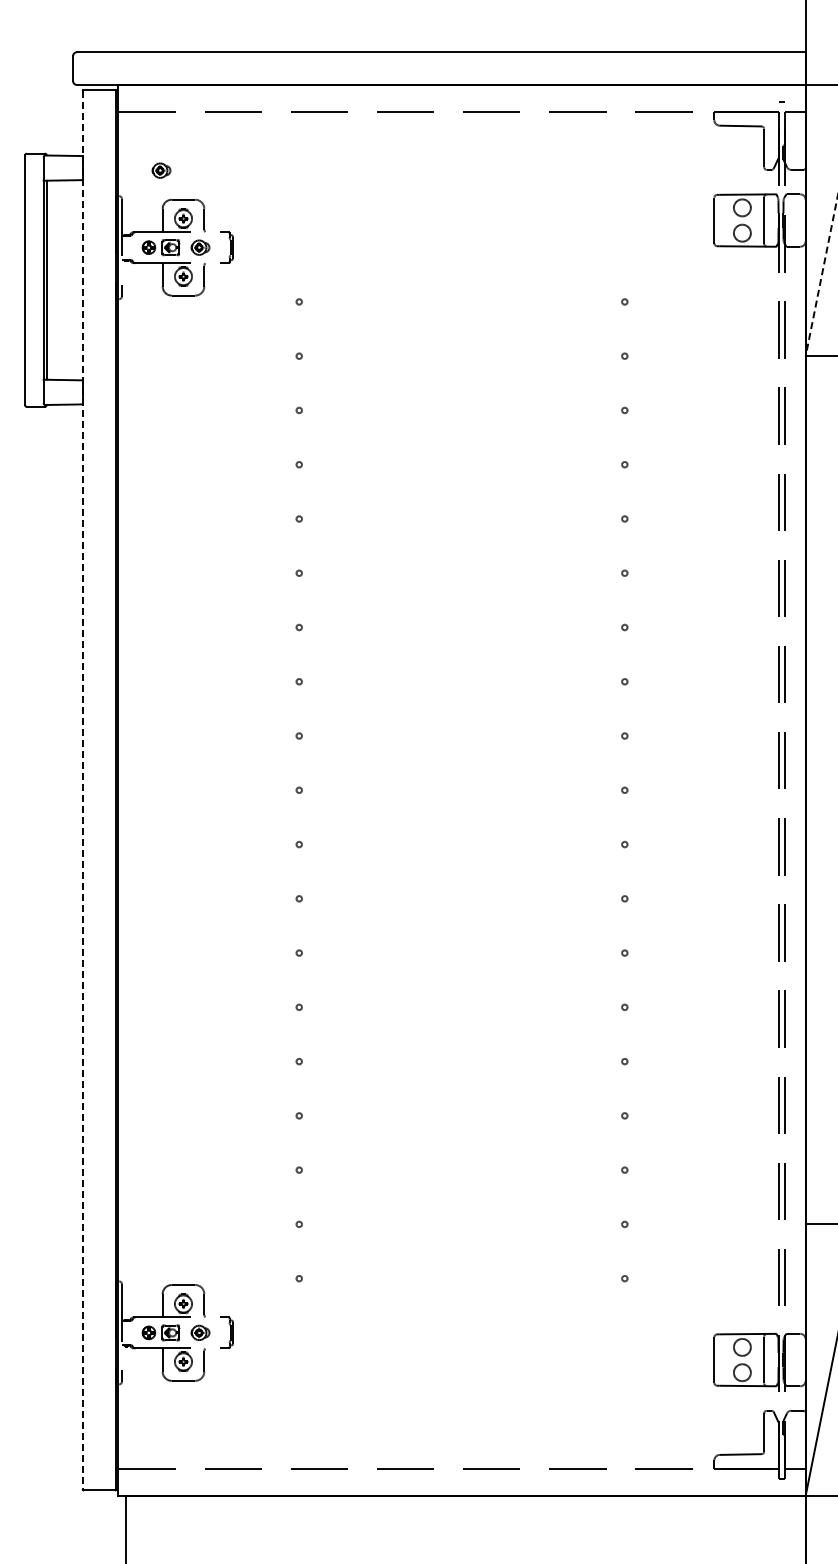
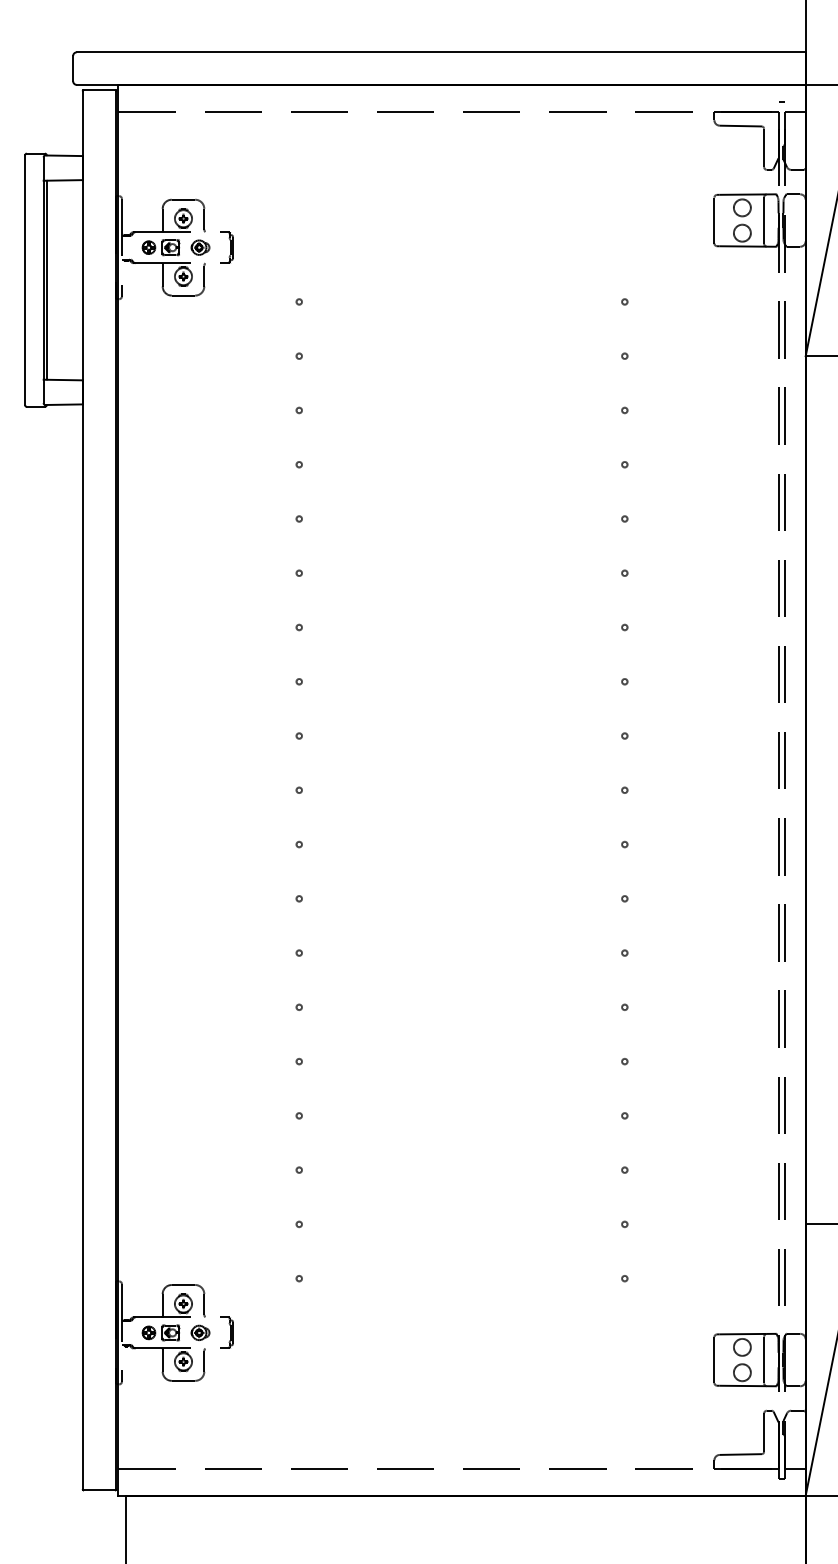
part at (161, 170): present -> none
line at (821, 275): dashed -> solid
line at (82, 790): dashed -> solid
